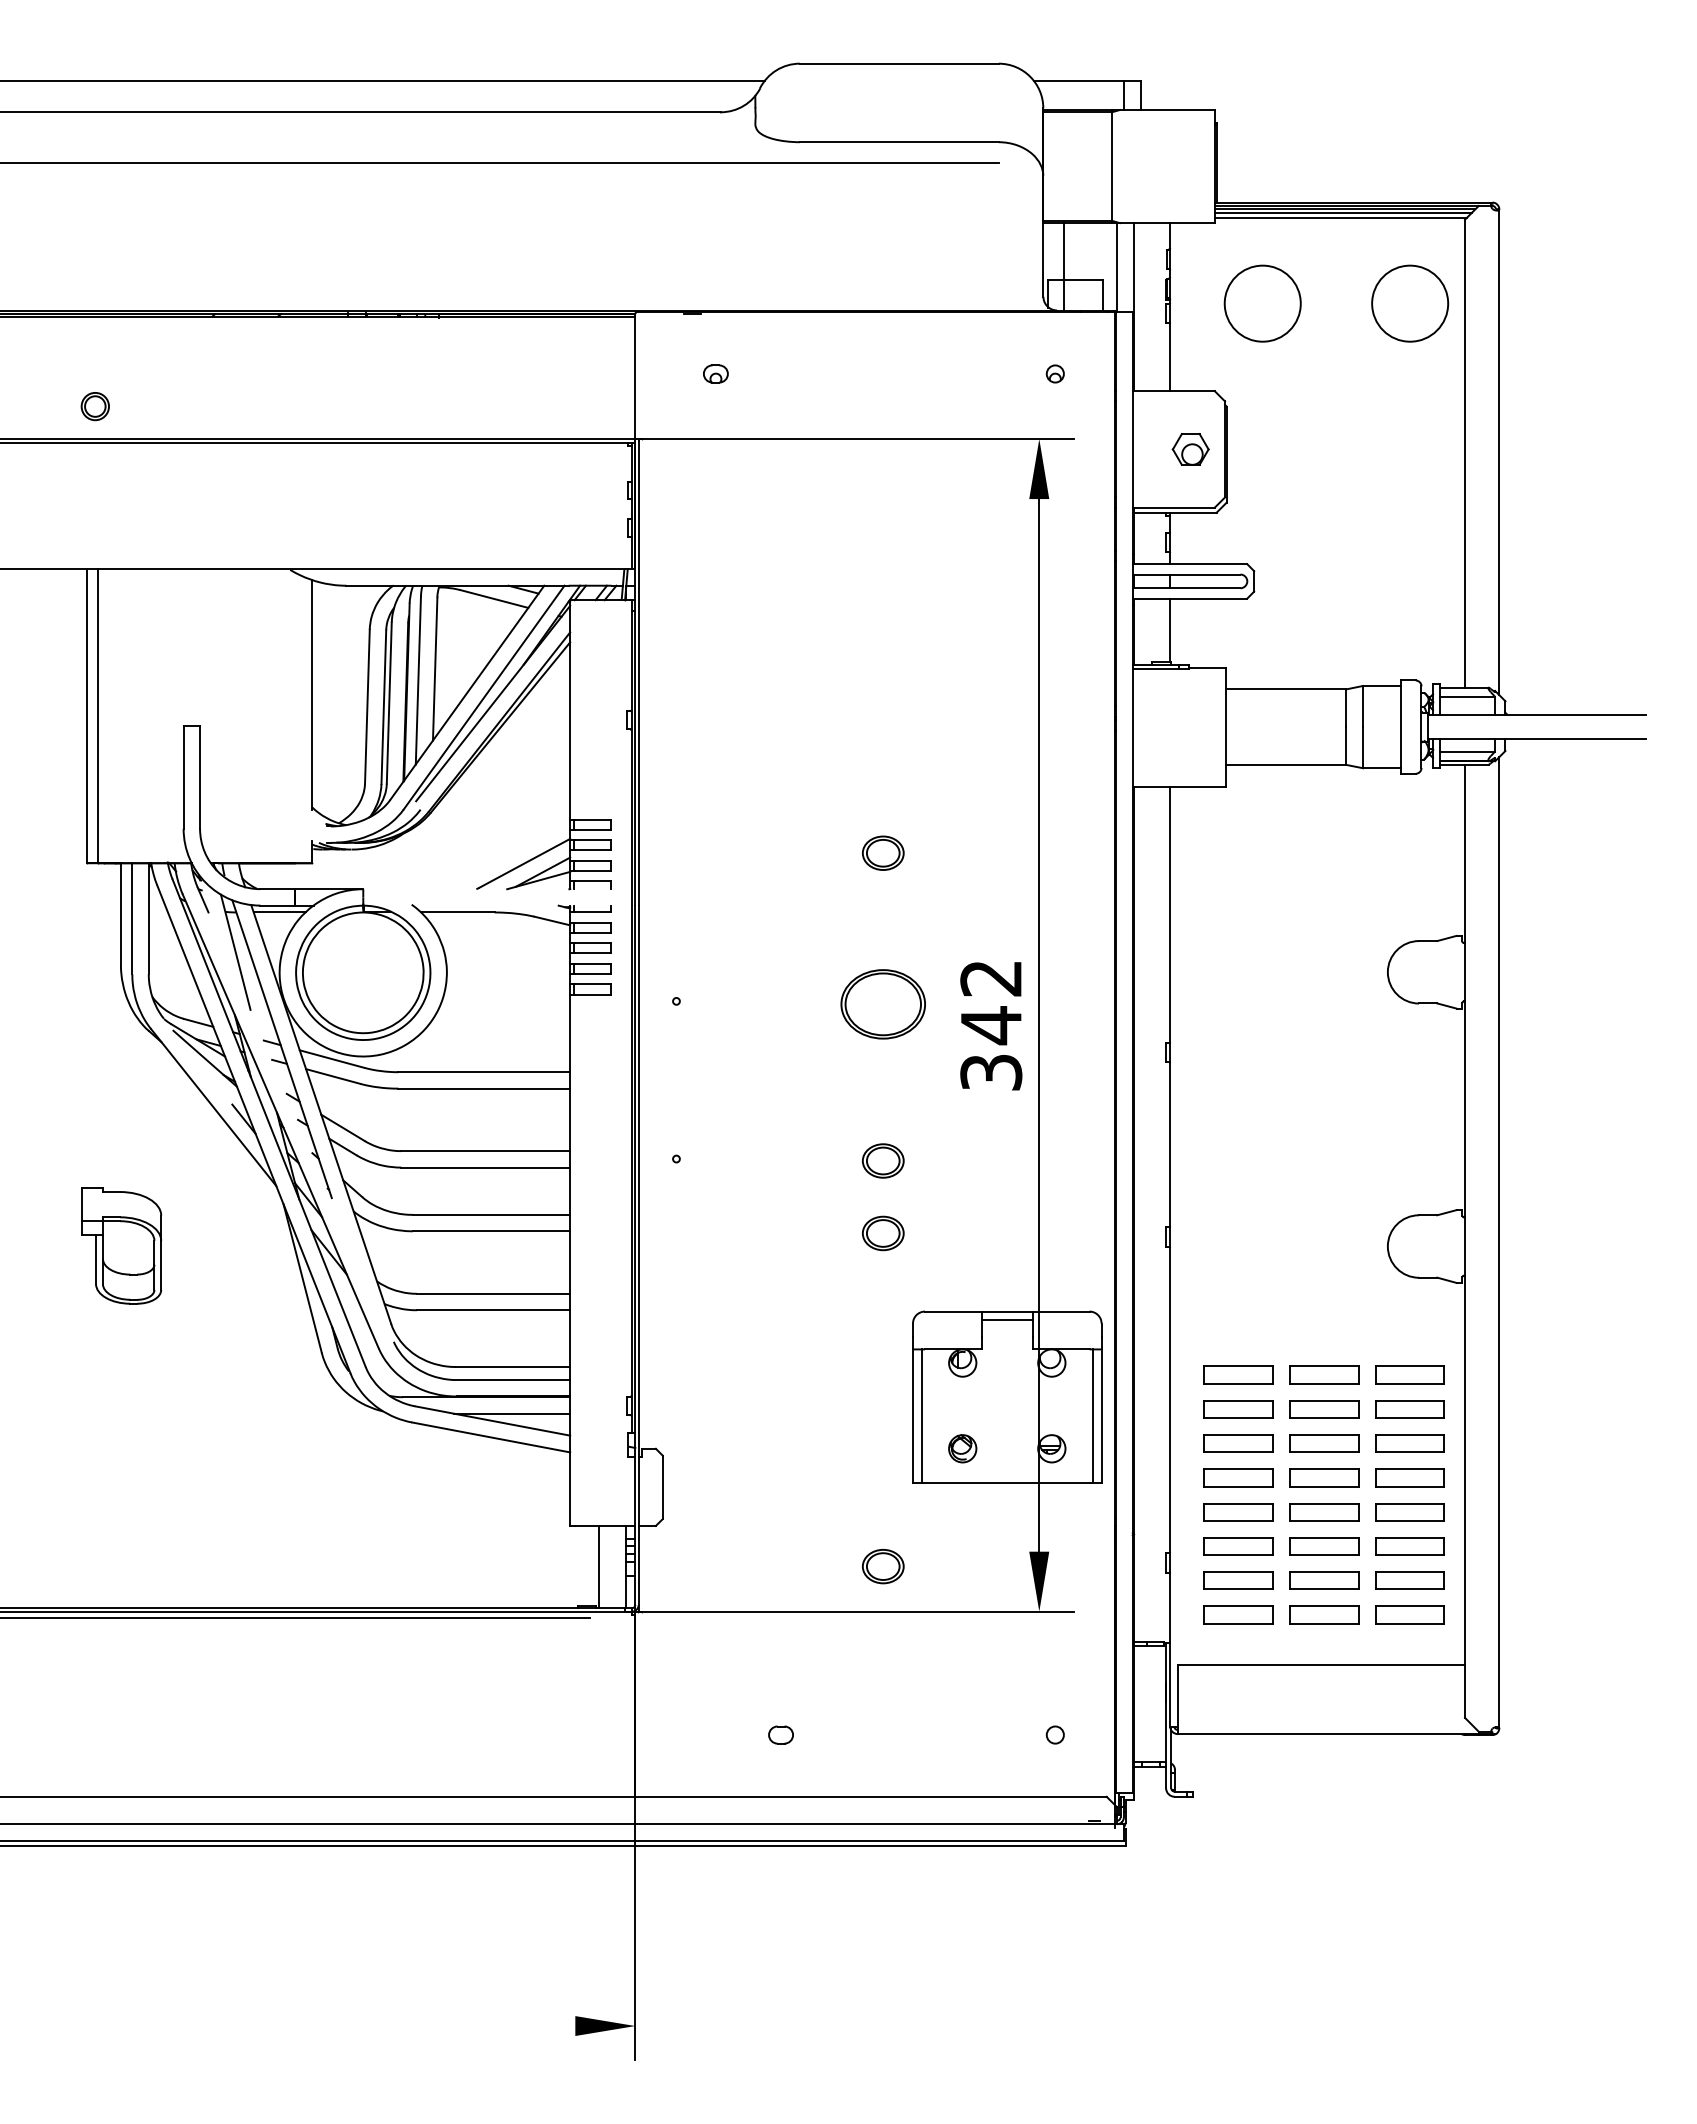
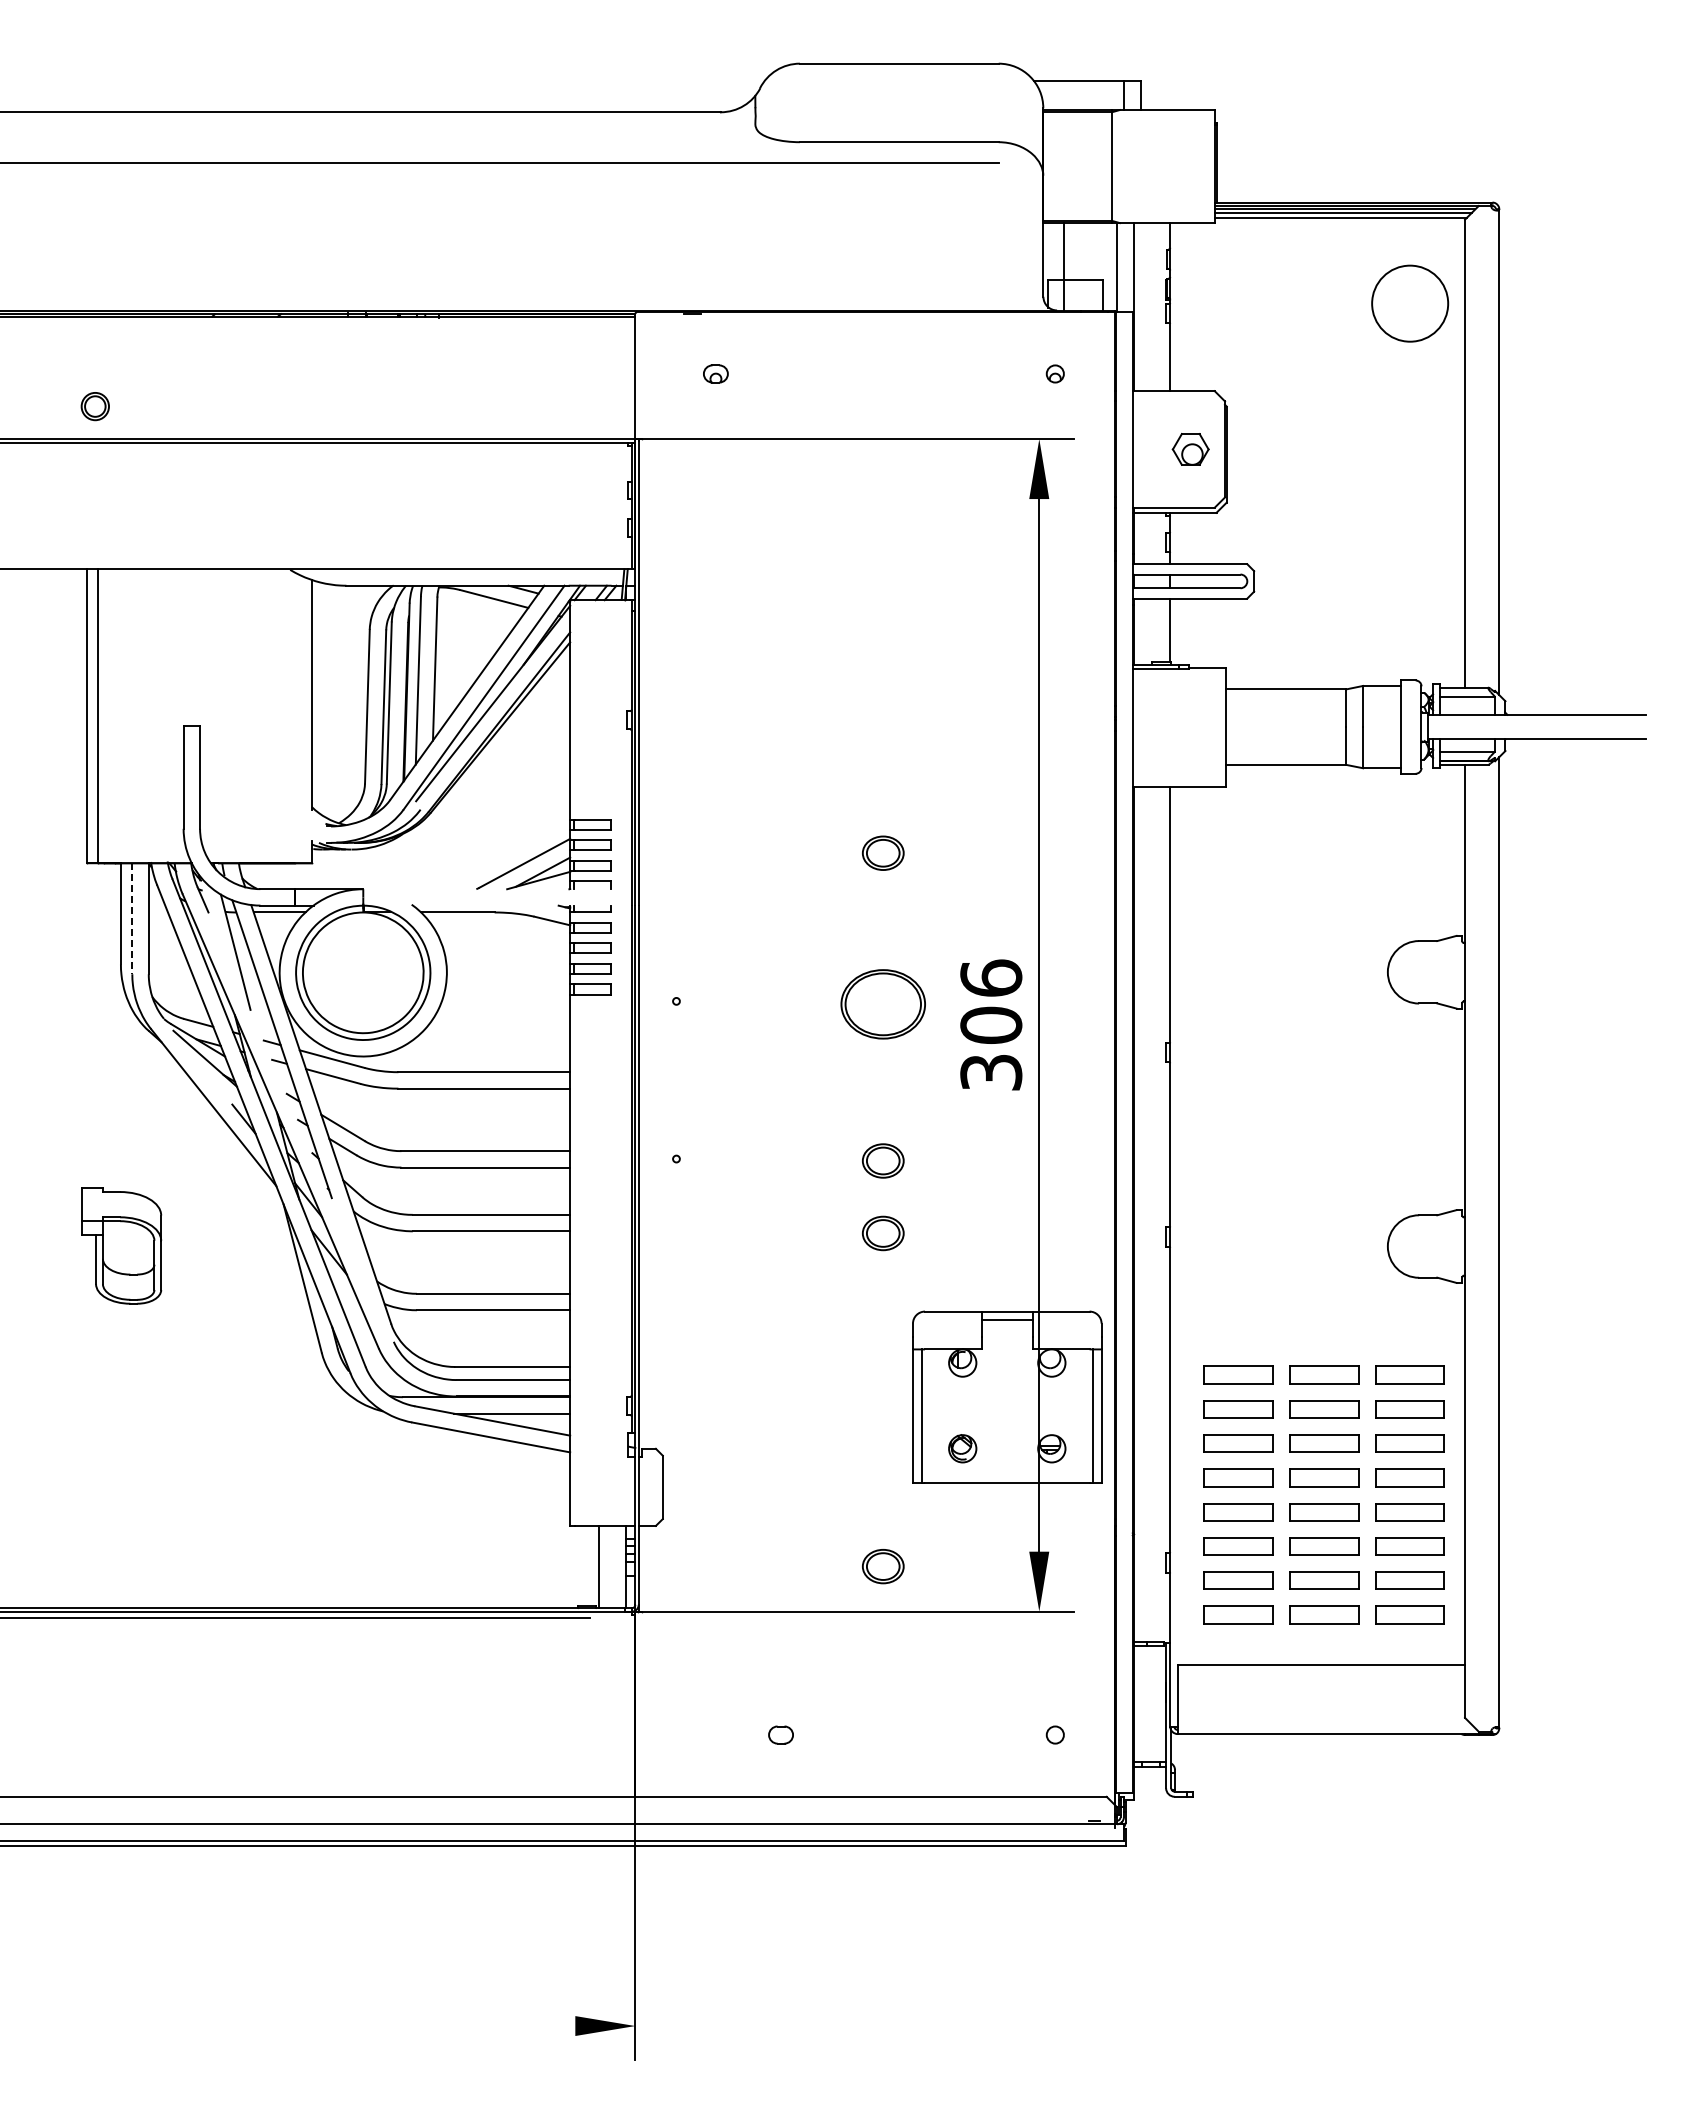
line at (383, 80): present -> none
circle at (1262, 303): present -> none
line at (132, 918): solid -> dashed
text at (991, 1002): 342 -> 306
